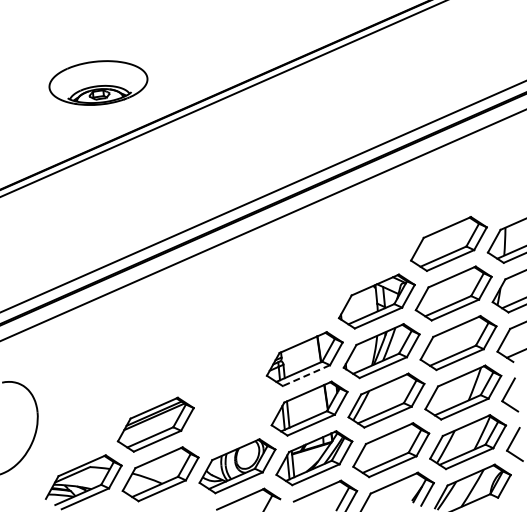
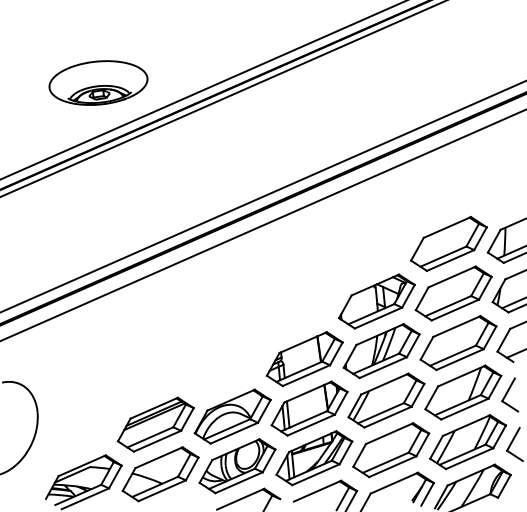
line at (202, 90): none -> present
line at (306, 375): dashed -> solid
part at (232, 416): none -> present
